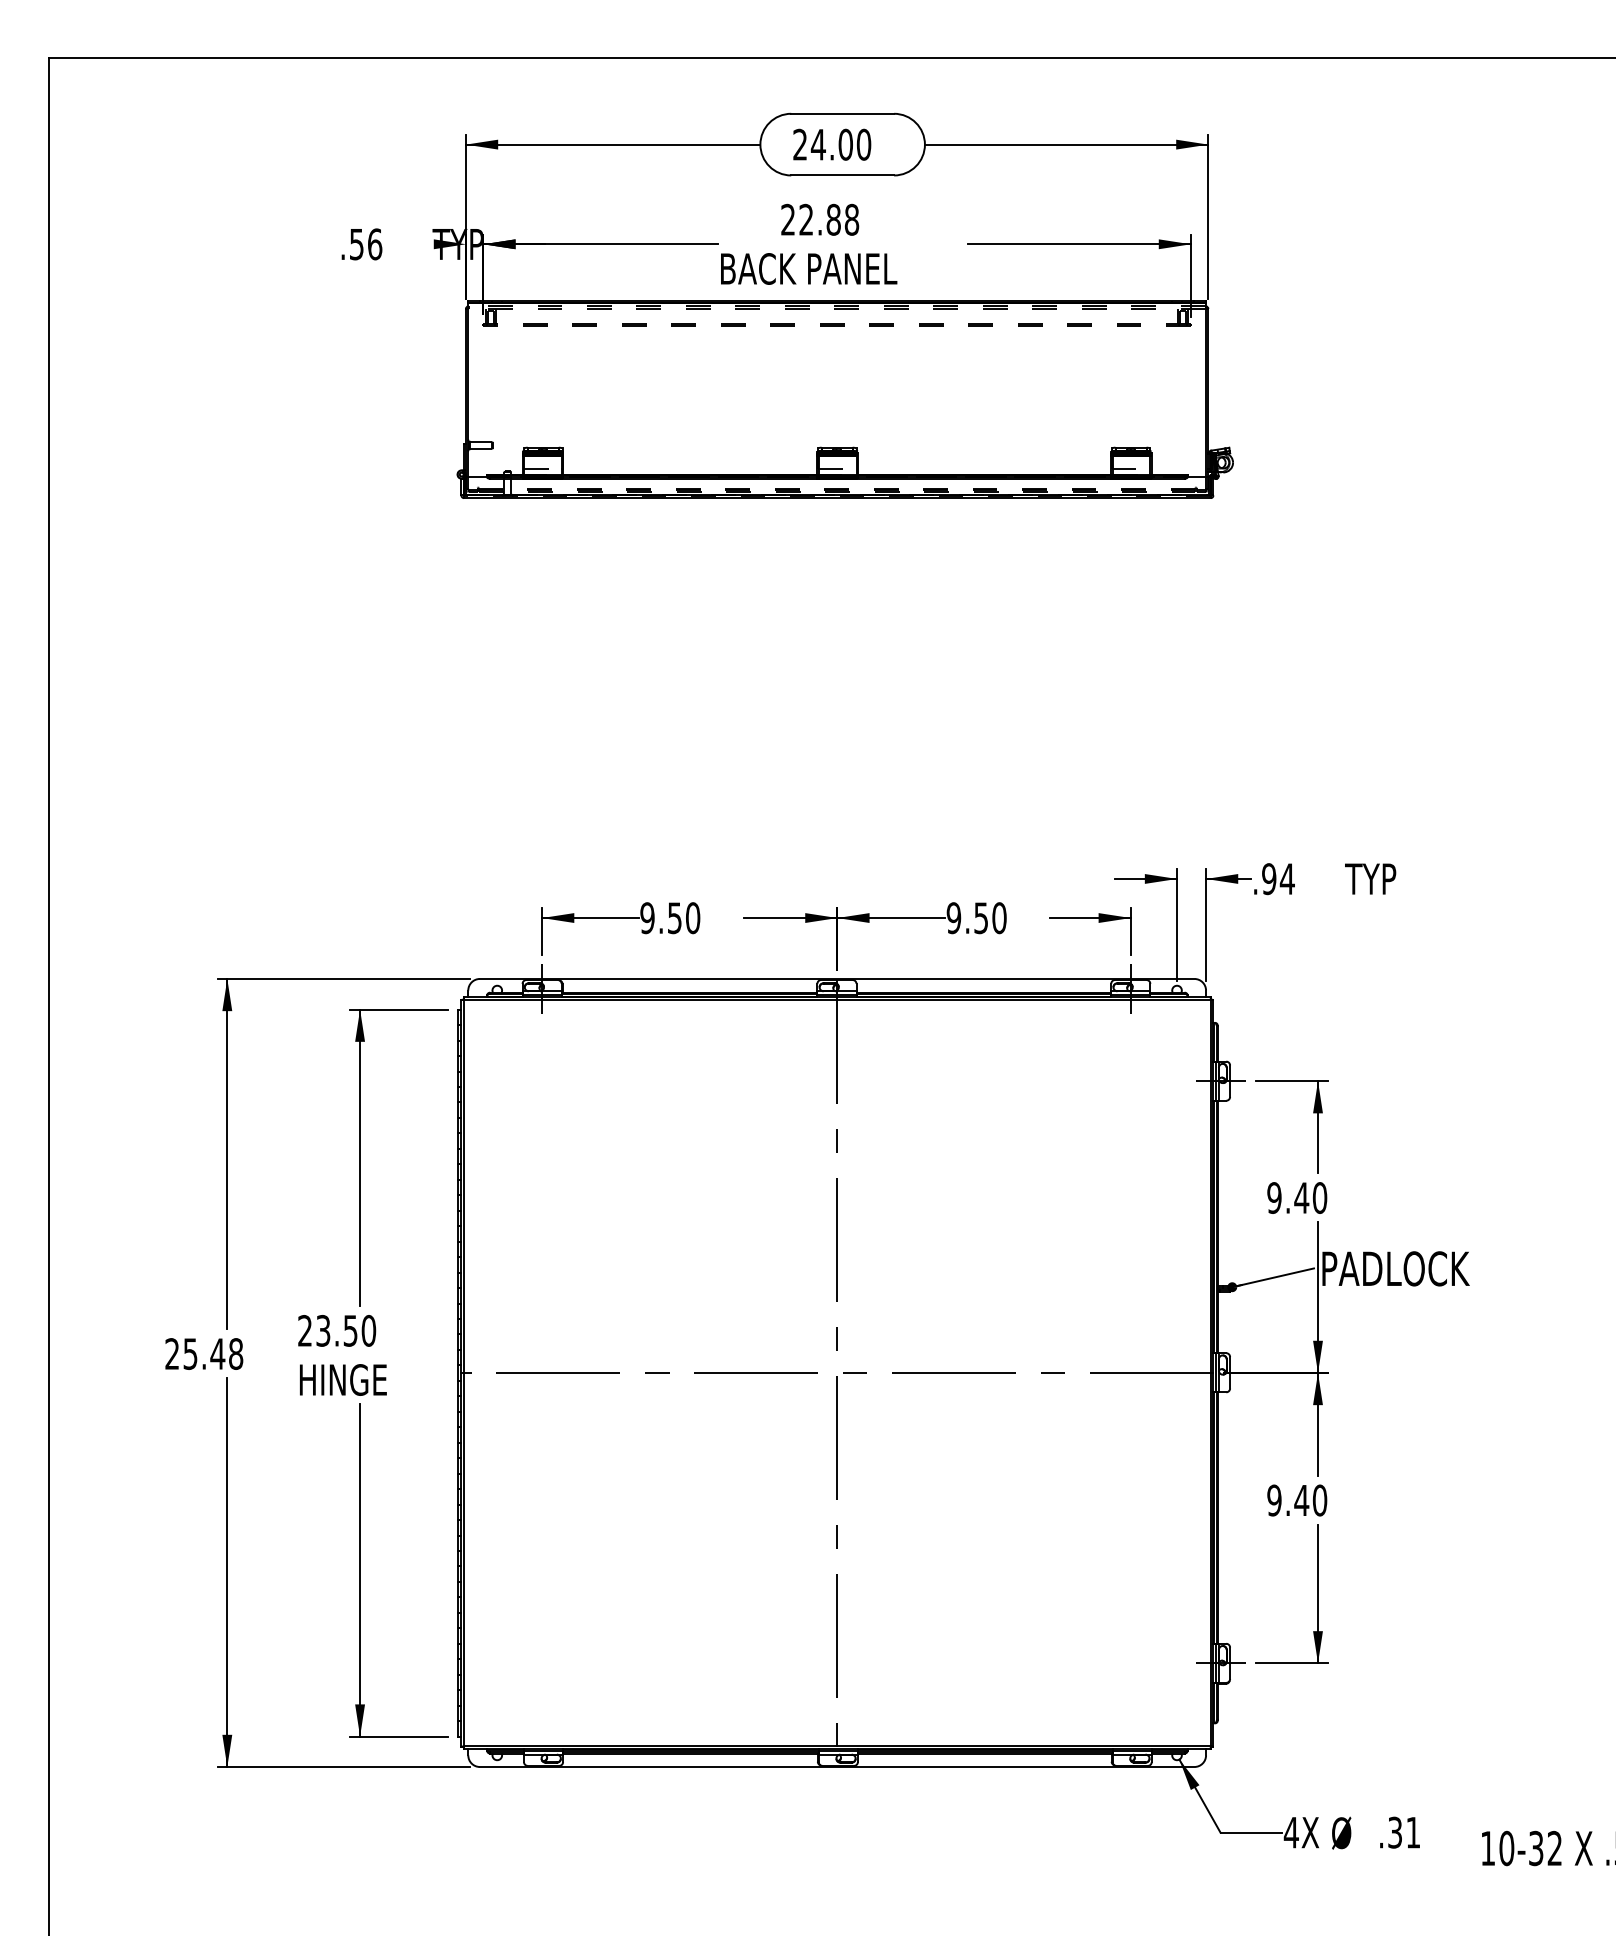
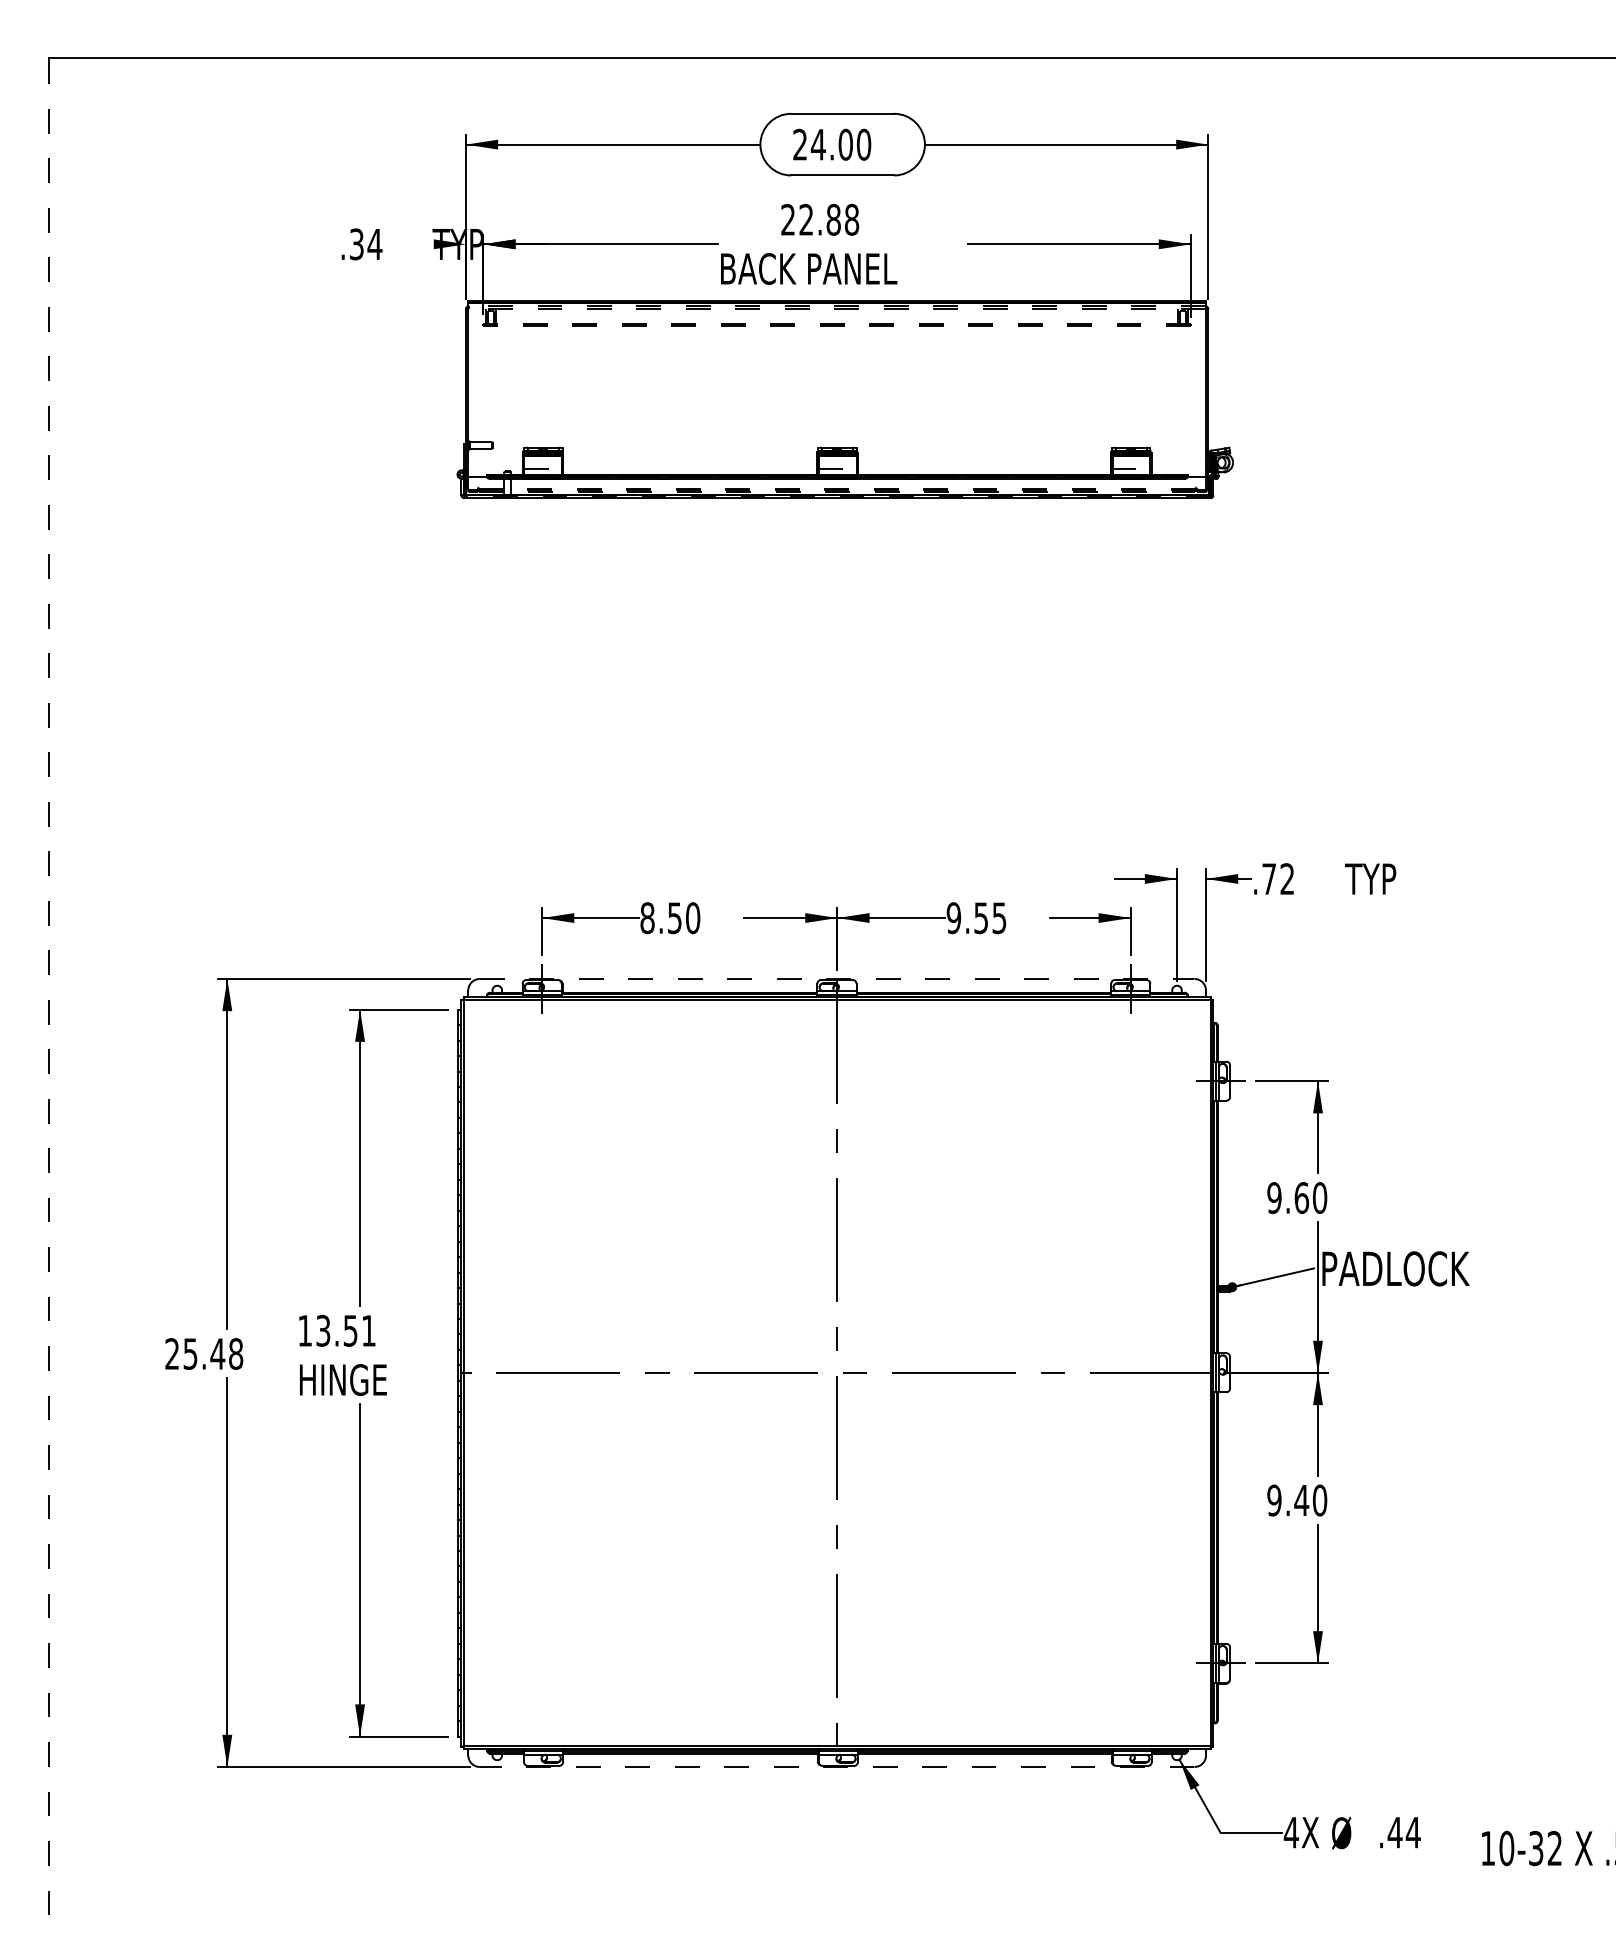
text at (366, 244): .56 -> .34
text at (1278, 879): .94 -> .72
text at (647, 918): 9.50 -> 8.50
text at (999, 918): 9.50 -> 9.55
line at (837, 978): solid -> dashed
line at (48, 996): solid -> dashed
text at (1301, 1197): 9.40 -> 9.60
text at (337, 1330): 23.50 -> 13.51
line at (836, 1767): solid -> dashed
text at (1403, 1832): .31 -> .44
